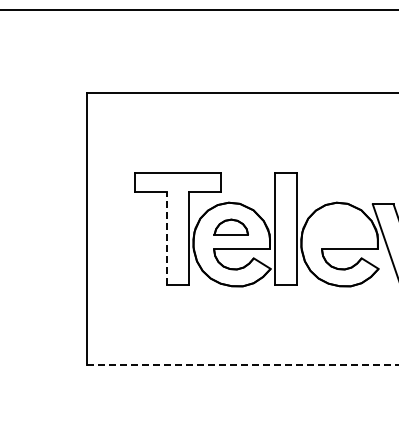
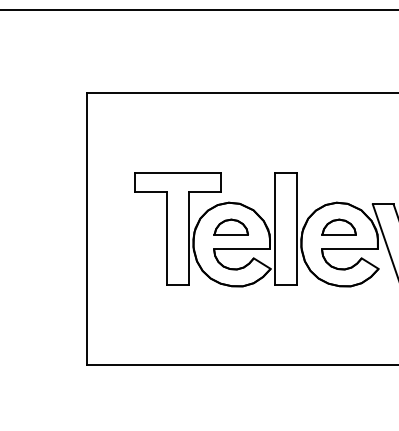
part at (338, 226): none -> present
line at (166, 238): dashed -> solid
line at (242, 365): dashed -> solid
